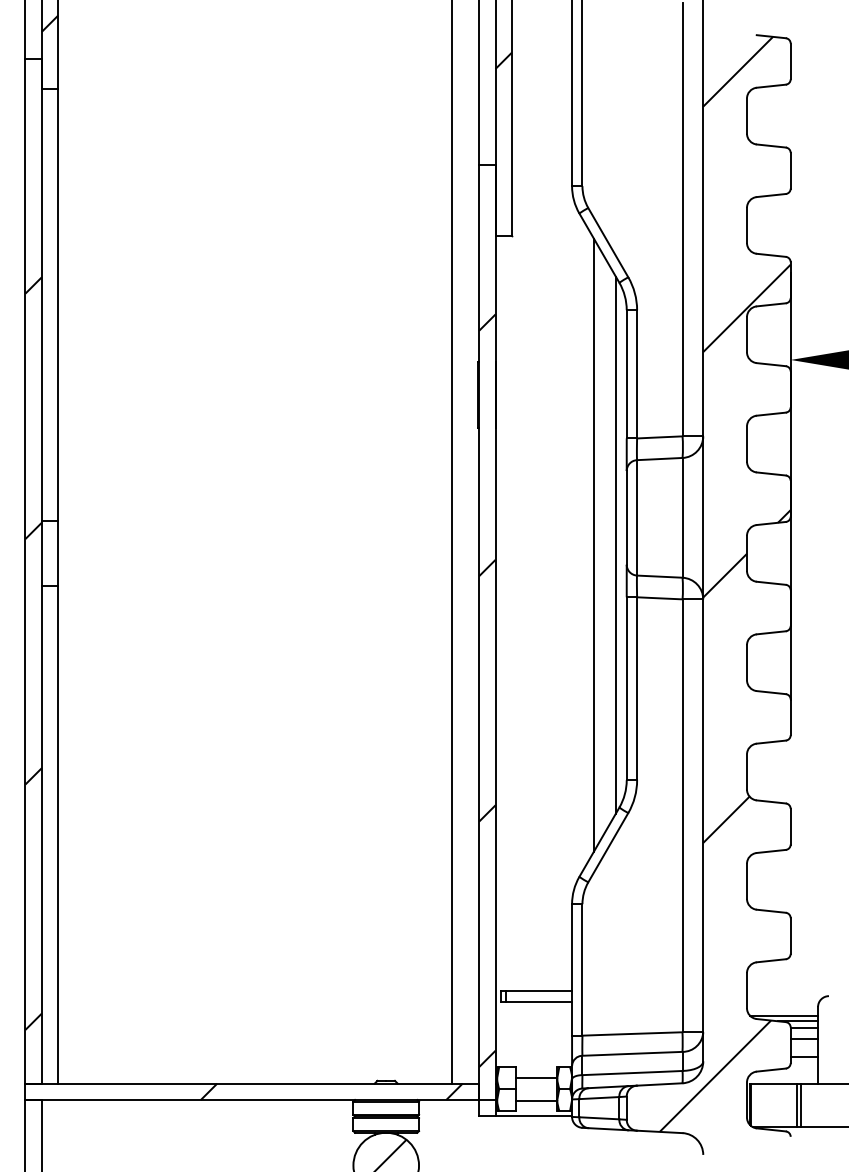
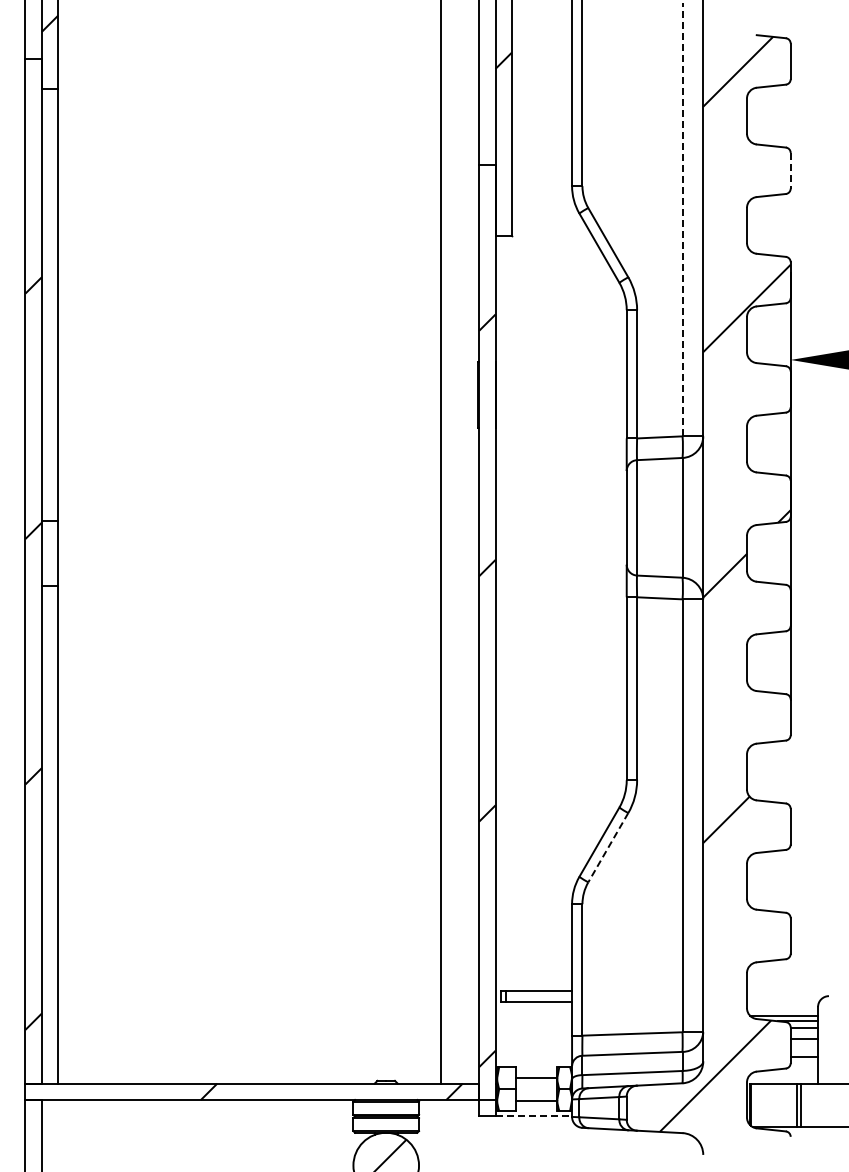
line at (790, 170): solid -> dashed
line at (682, 219): solid -> dashed
line at (451, 542) position: (451, 542) -> (440, 542)
line at (593, 544): present -> none
line at (615, 544): present -> none
line at (608, 848): solid -> dashed
line at (534, 1116): solid -> dashed
